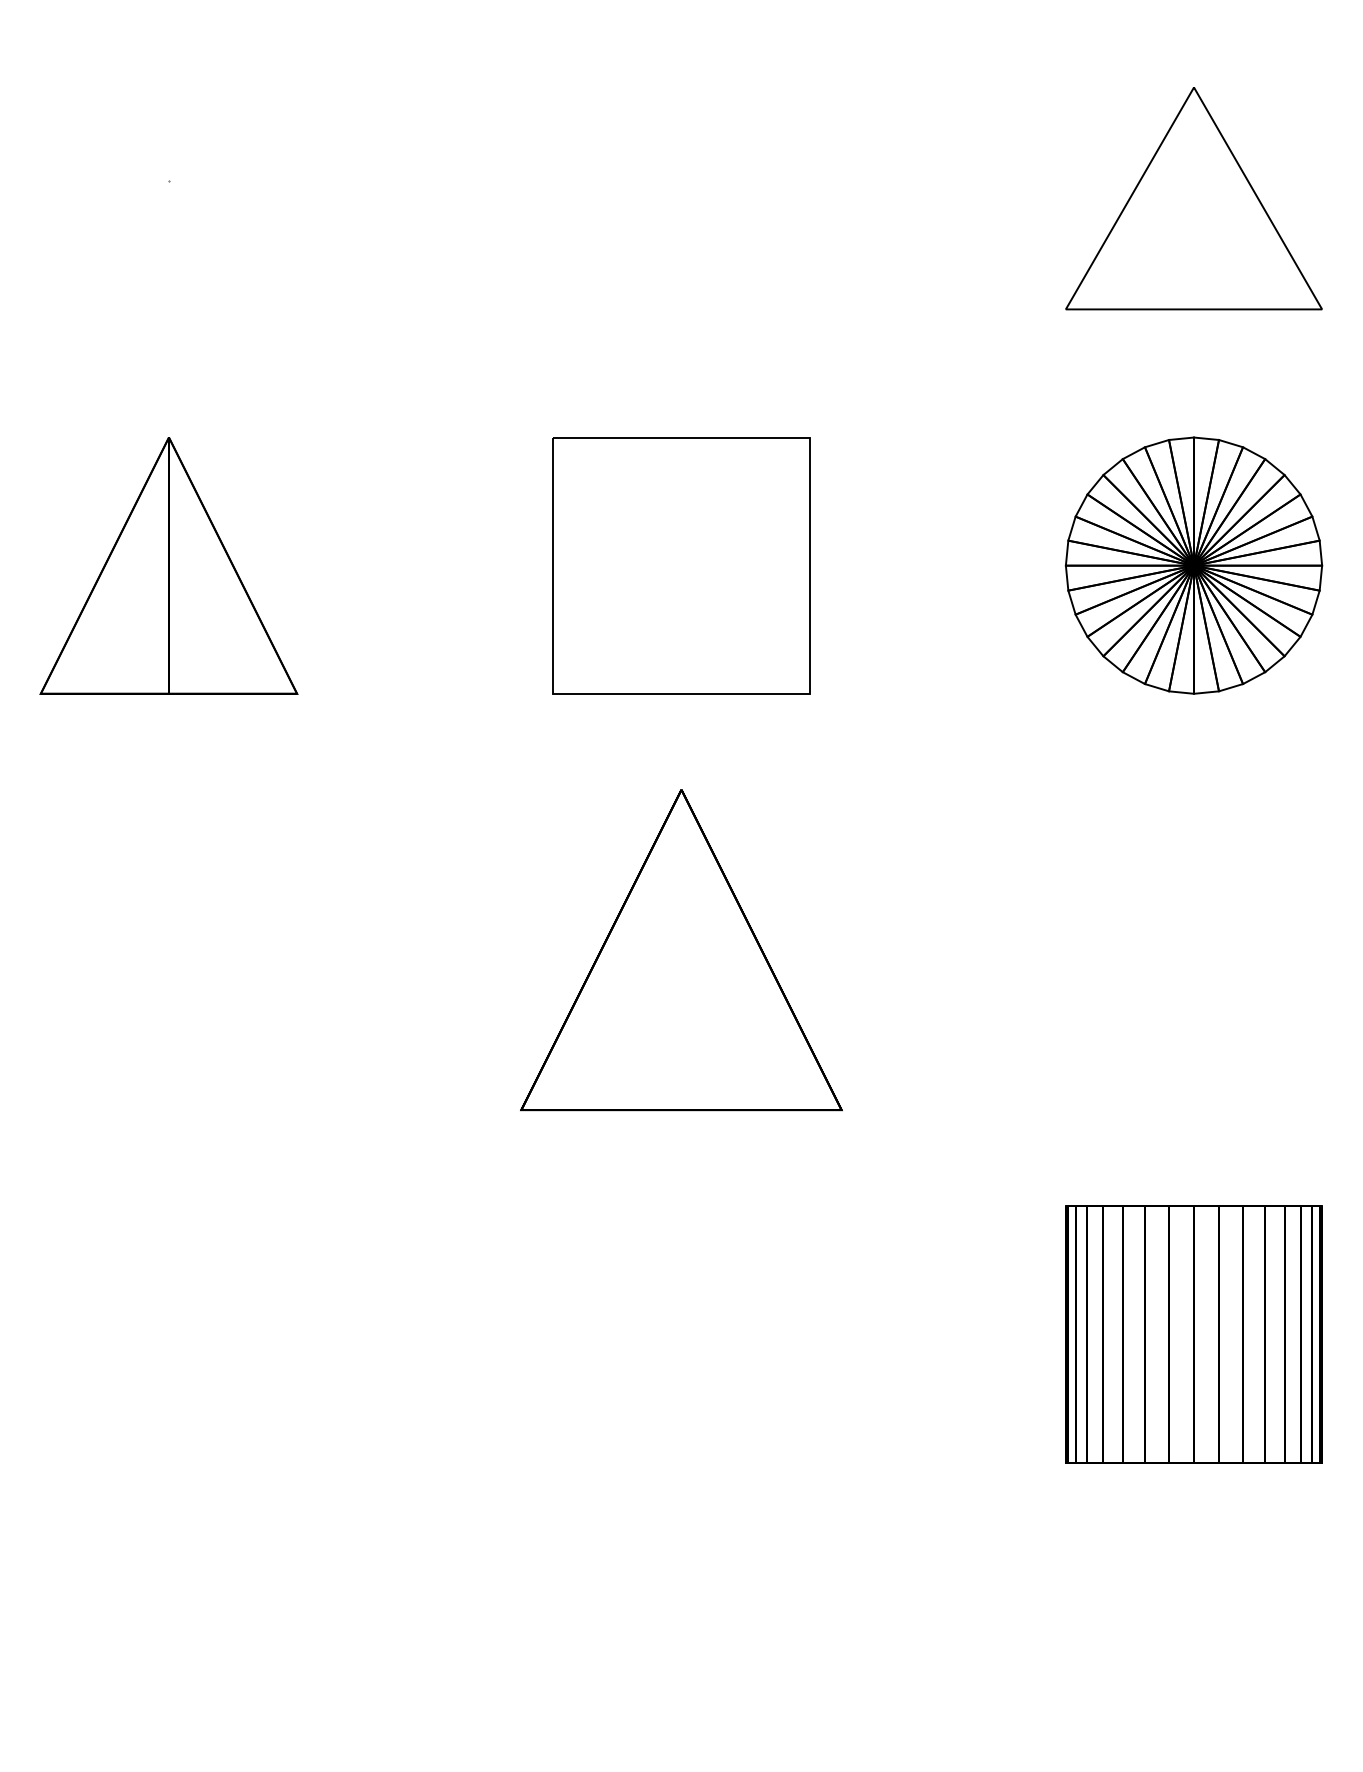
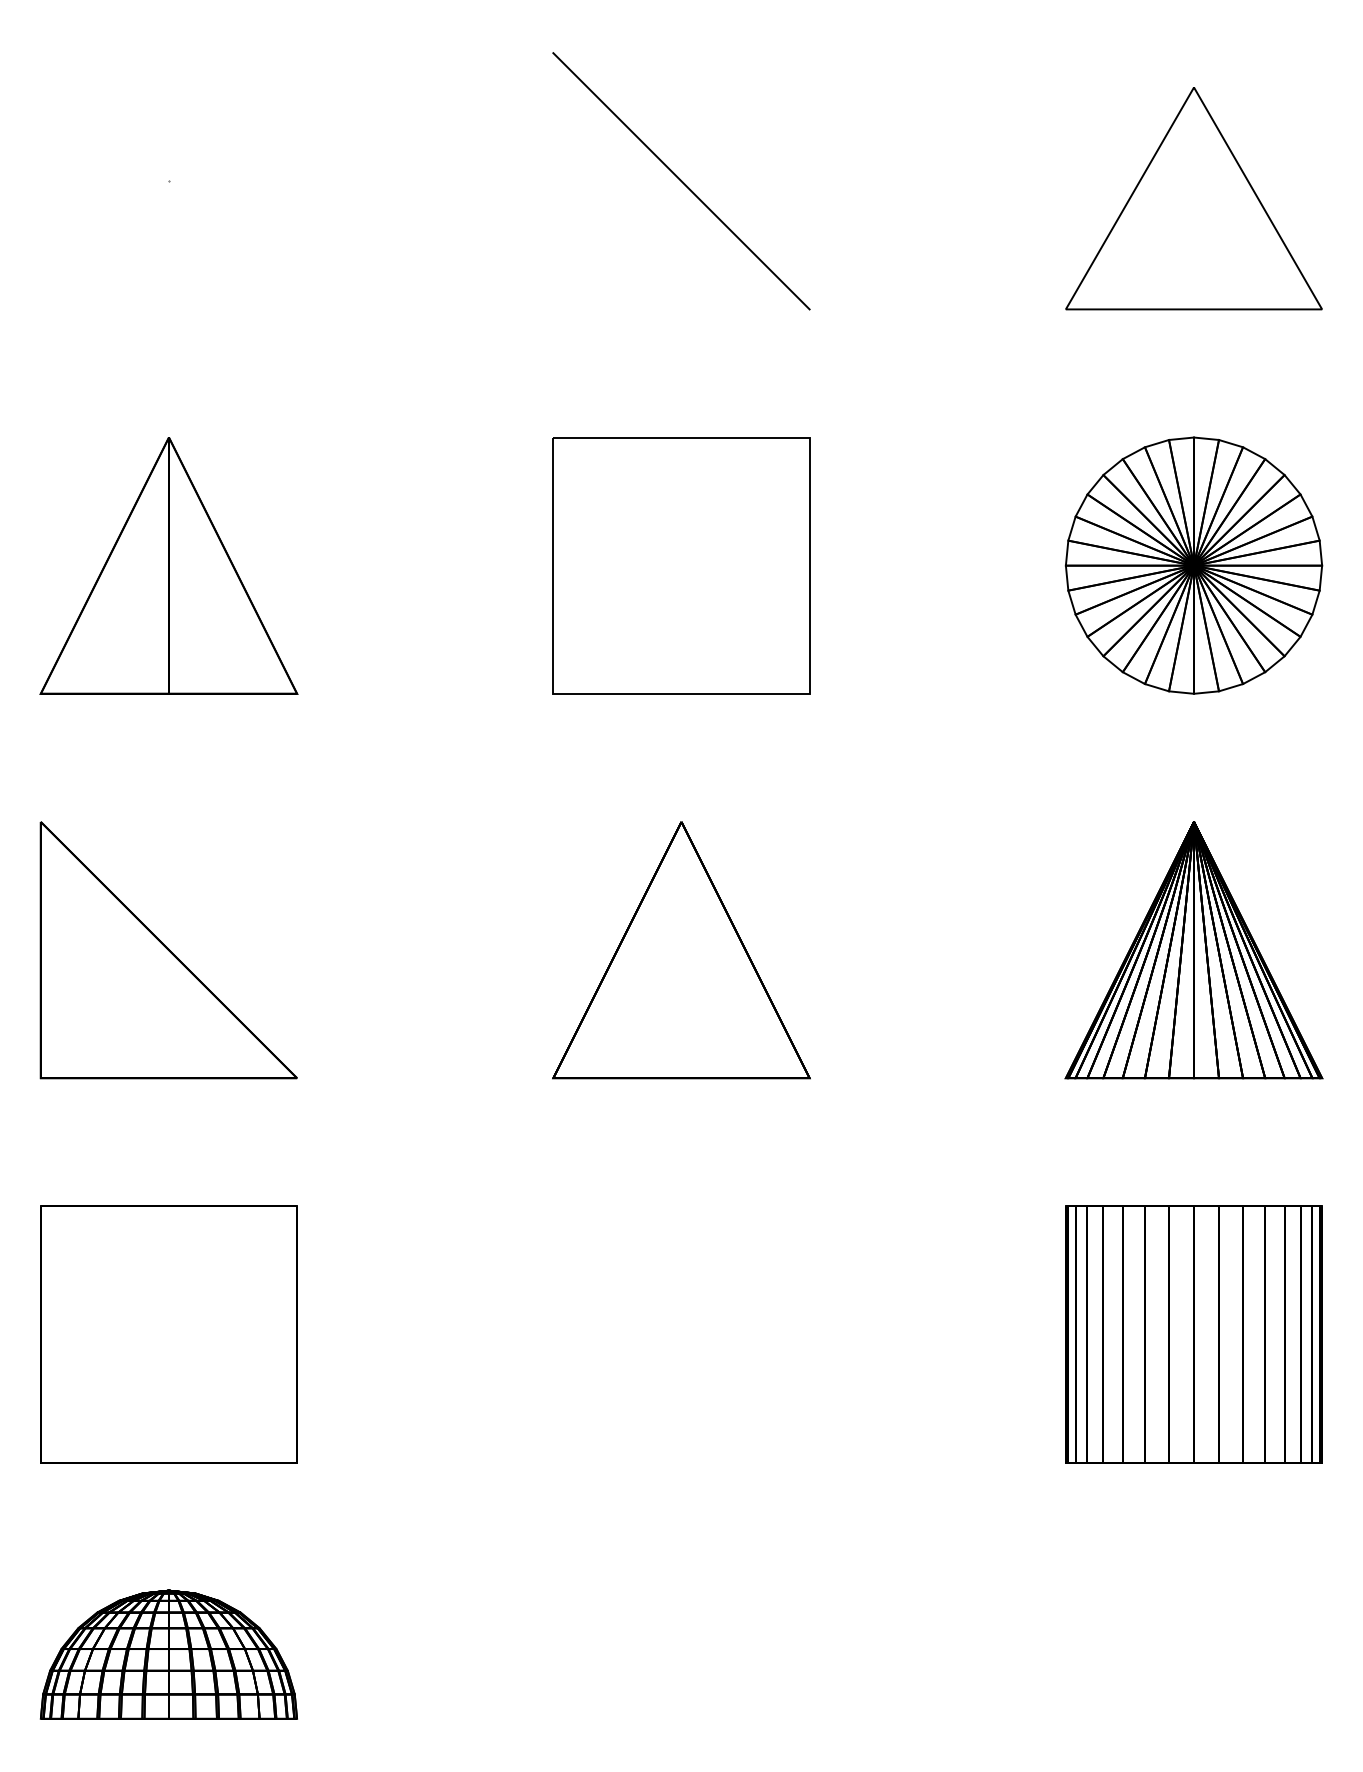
line at (681, 181): none -> present
part at (168, 950): none -> present
part at (681, 950) size: 323x323 px -> 259x259 px
part at (1193, 950): none -> present
part at (168, 1334): none -> present
part at (168, 1654): none -> present
